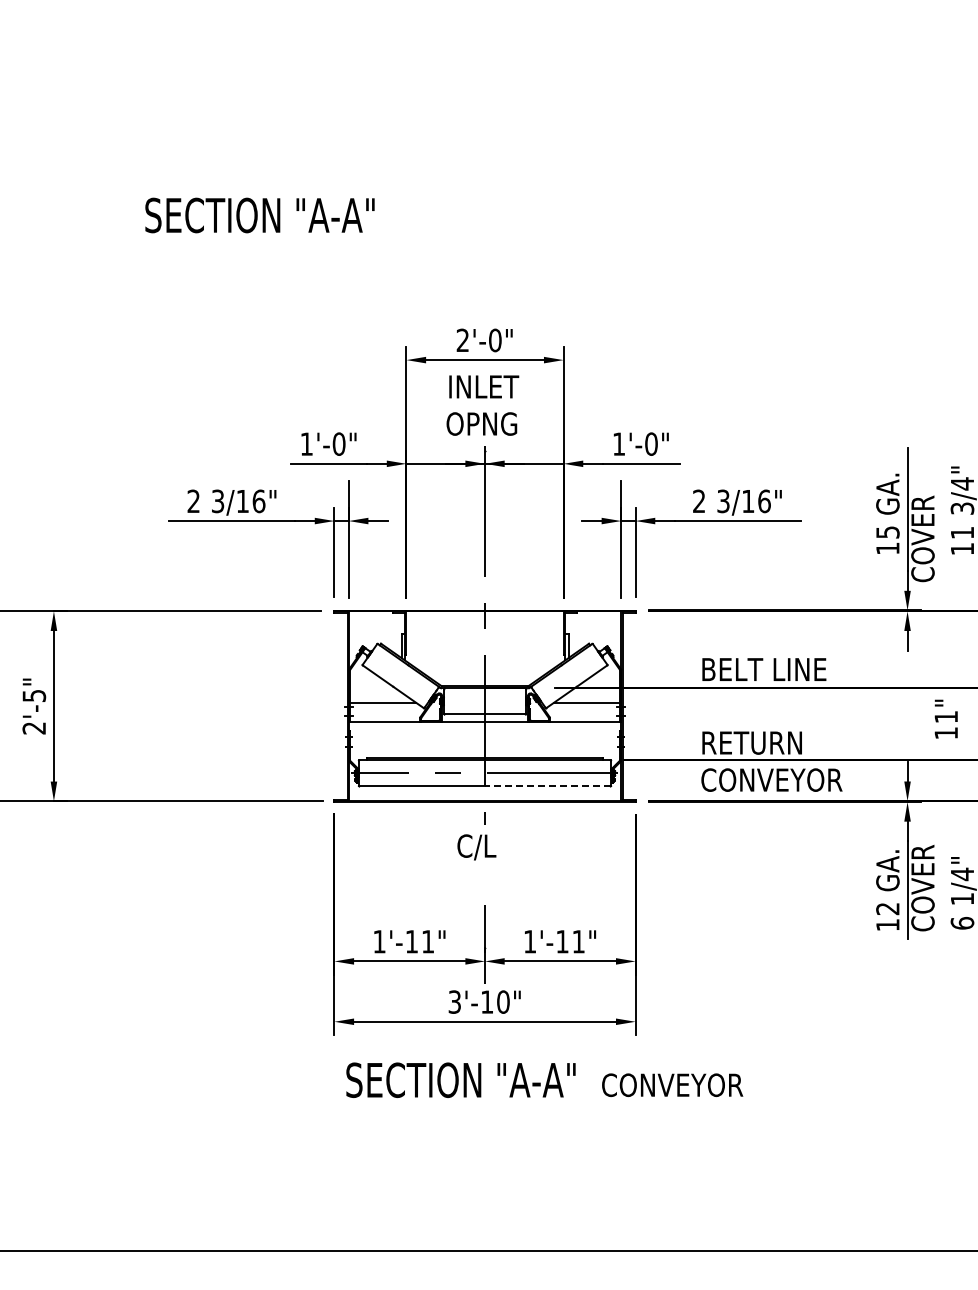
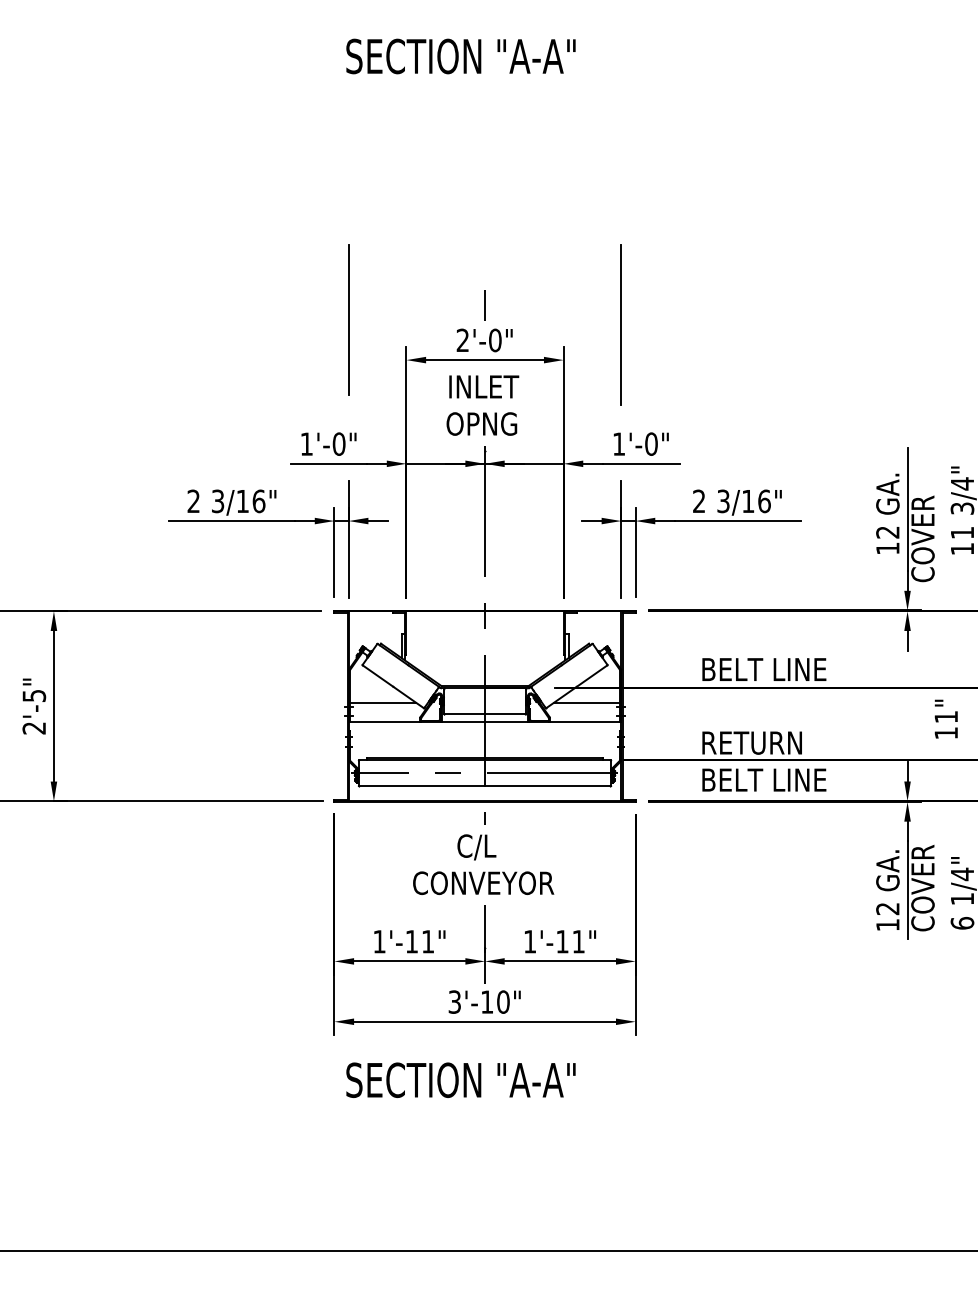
text at (259, 215) position: (259, 215) -> (460, 56)
line at (485, 305): none -> present
line at (348, 319): none -> present
line at (621, 324): none -> present
text at (887, 532): 15 -> 12
text at (771, 779): CONVEYOR -> BELT LINE
line at (547, 786): dashed -> solid
text at (672, 1084) position: (672, 1084) -> (483, 882)
